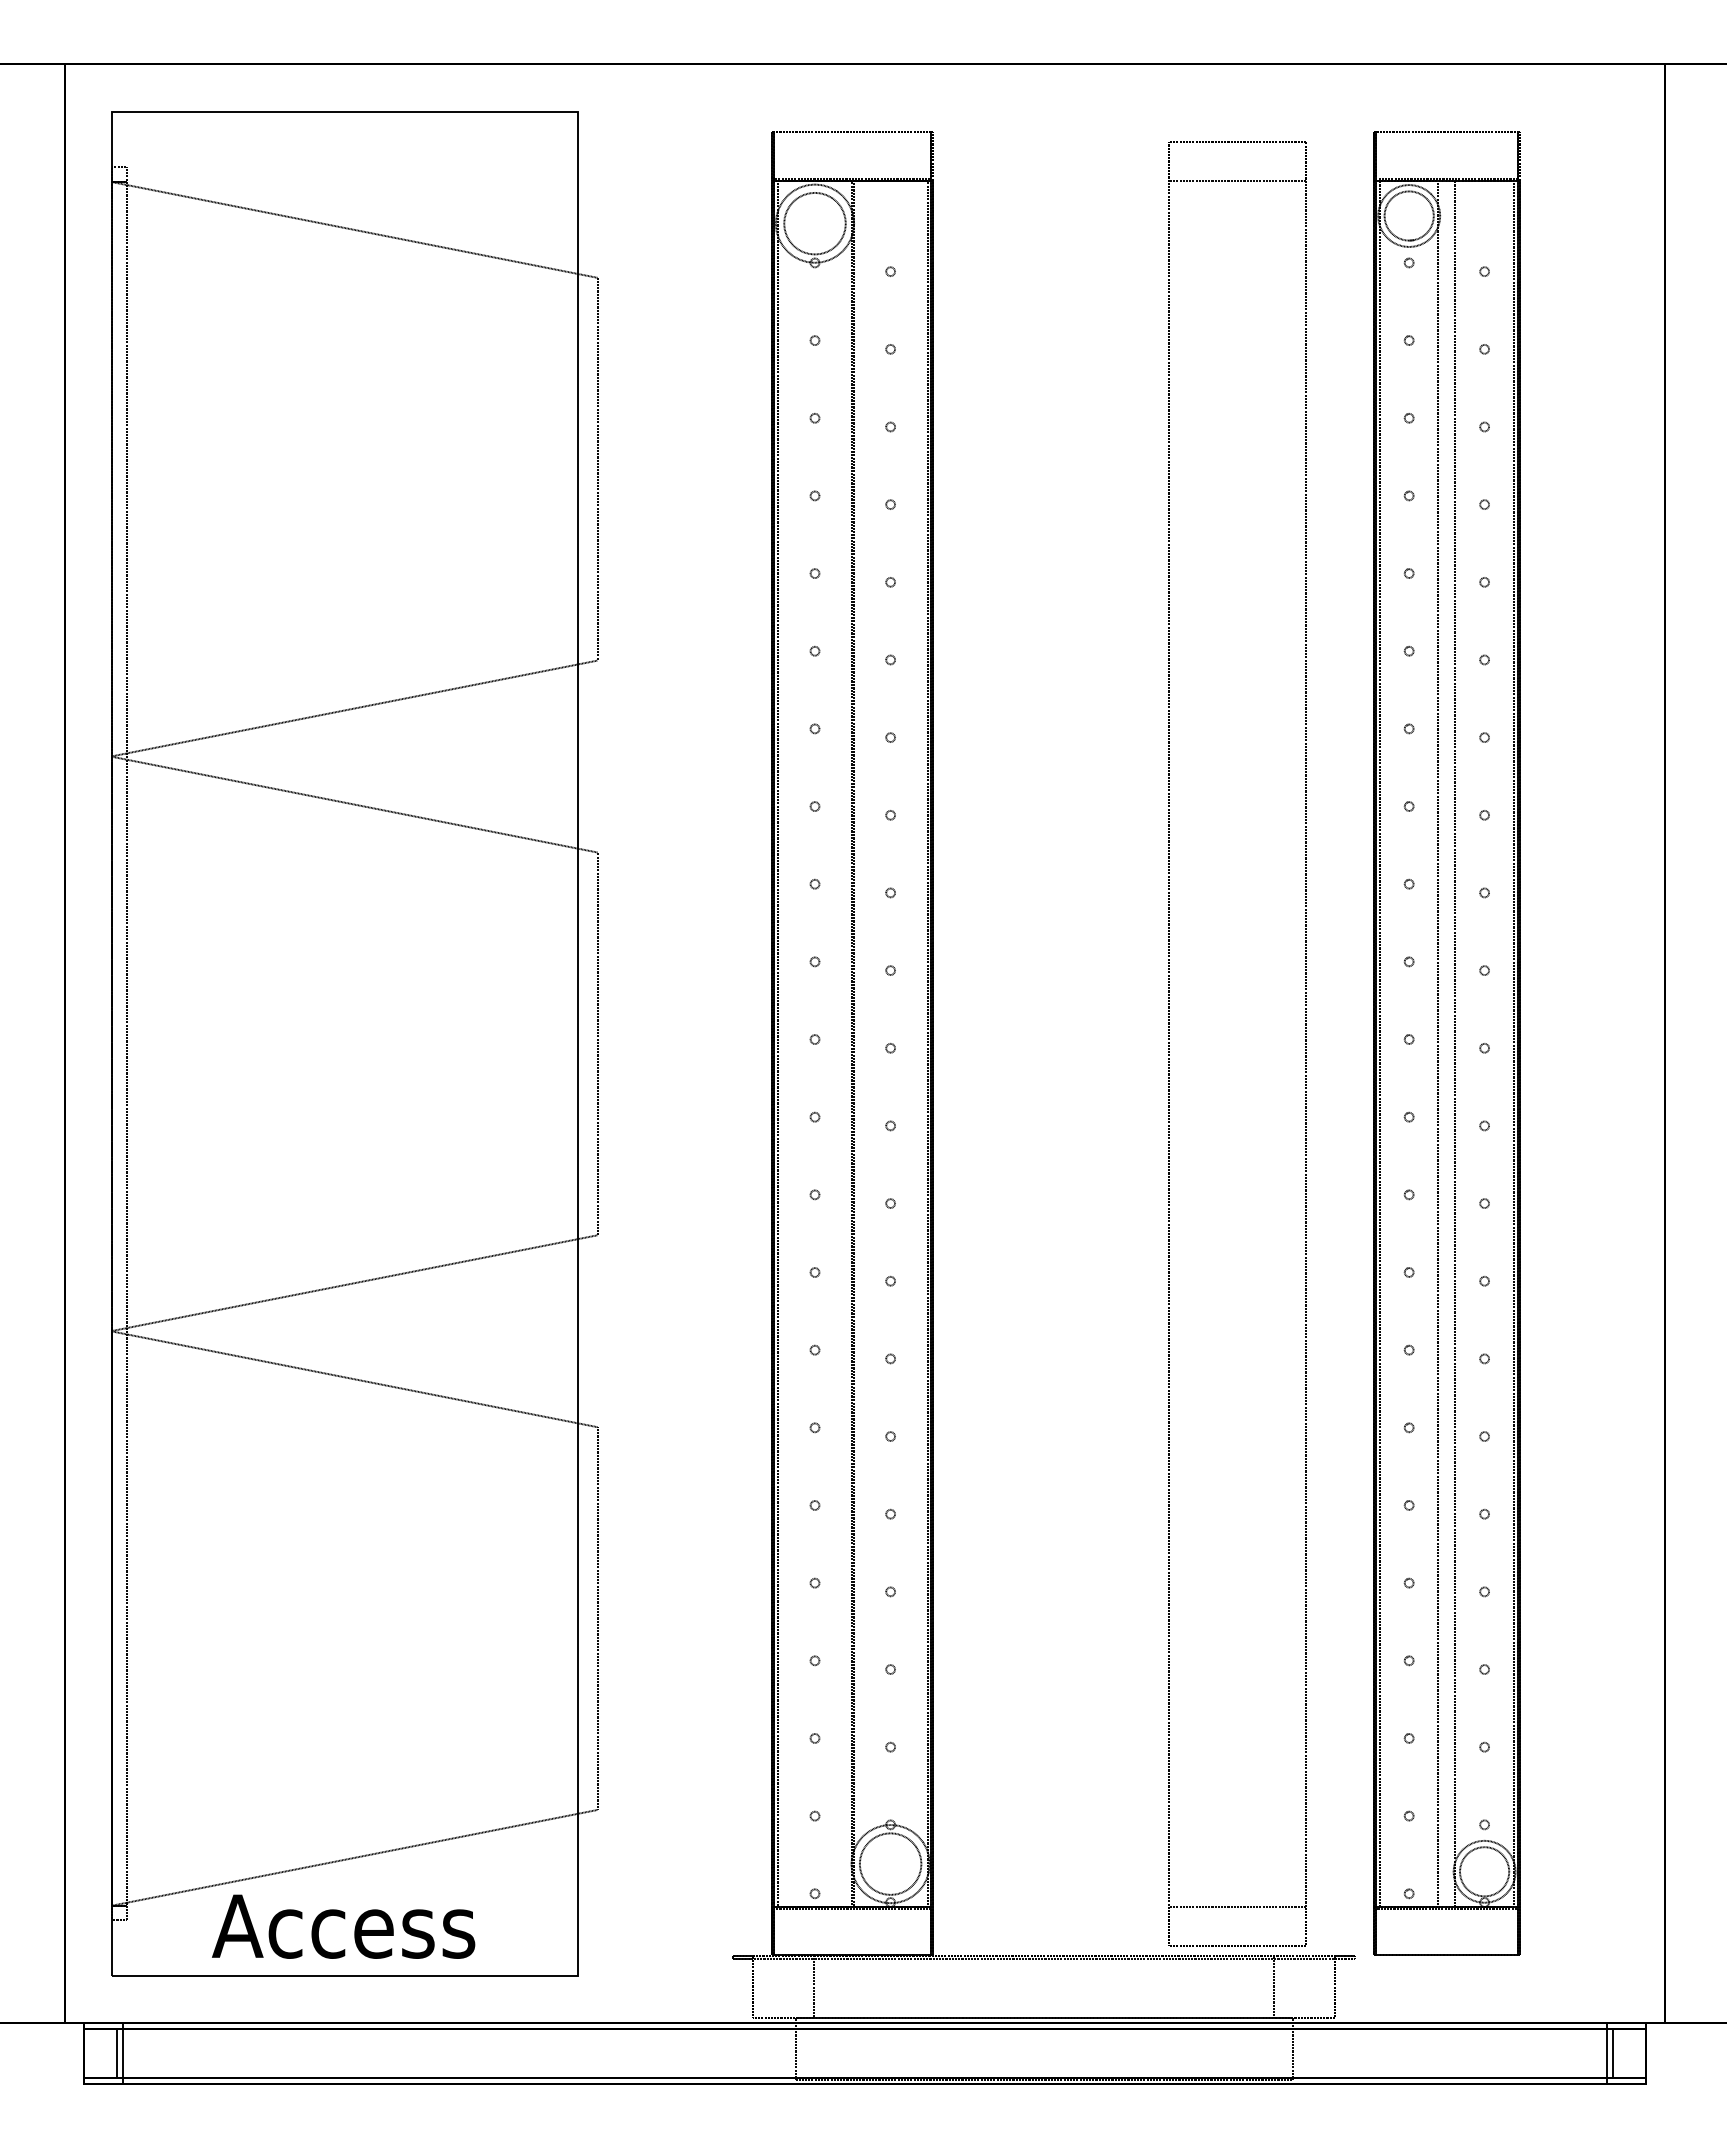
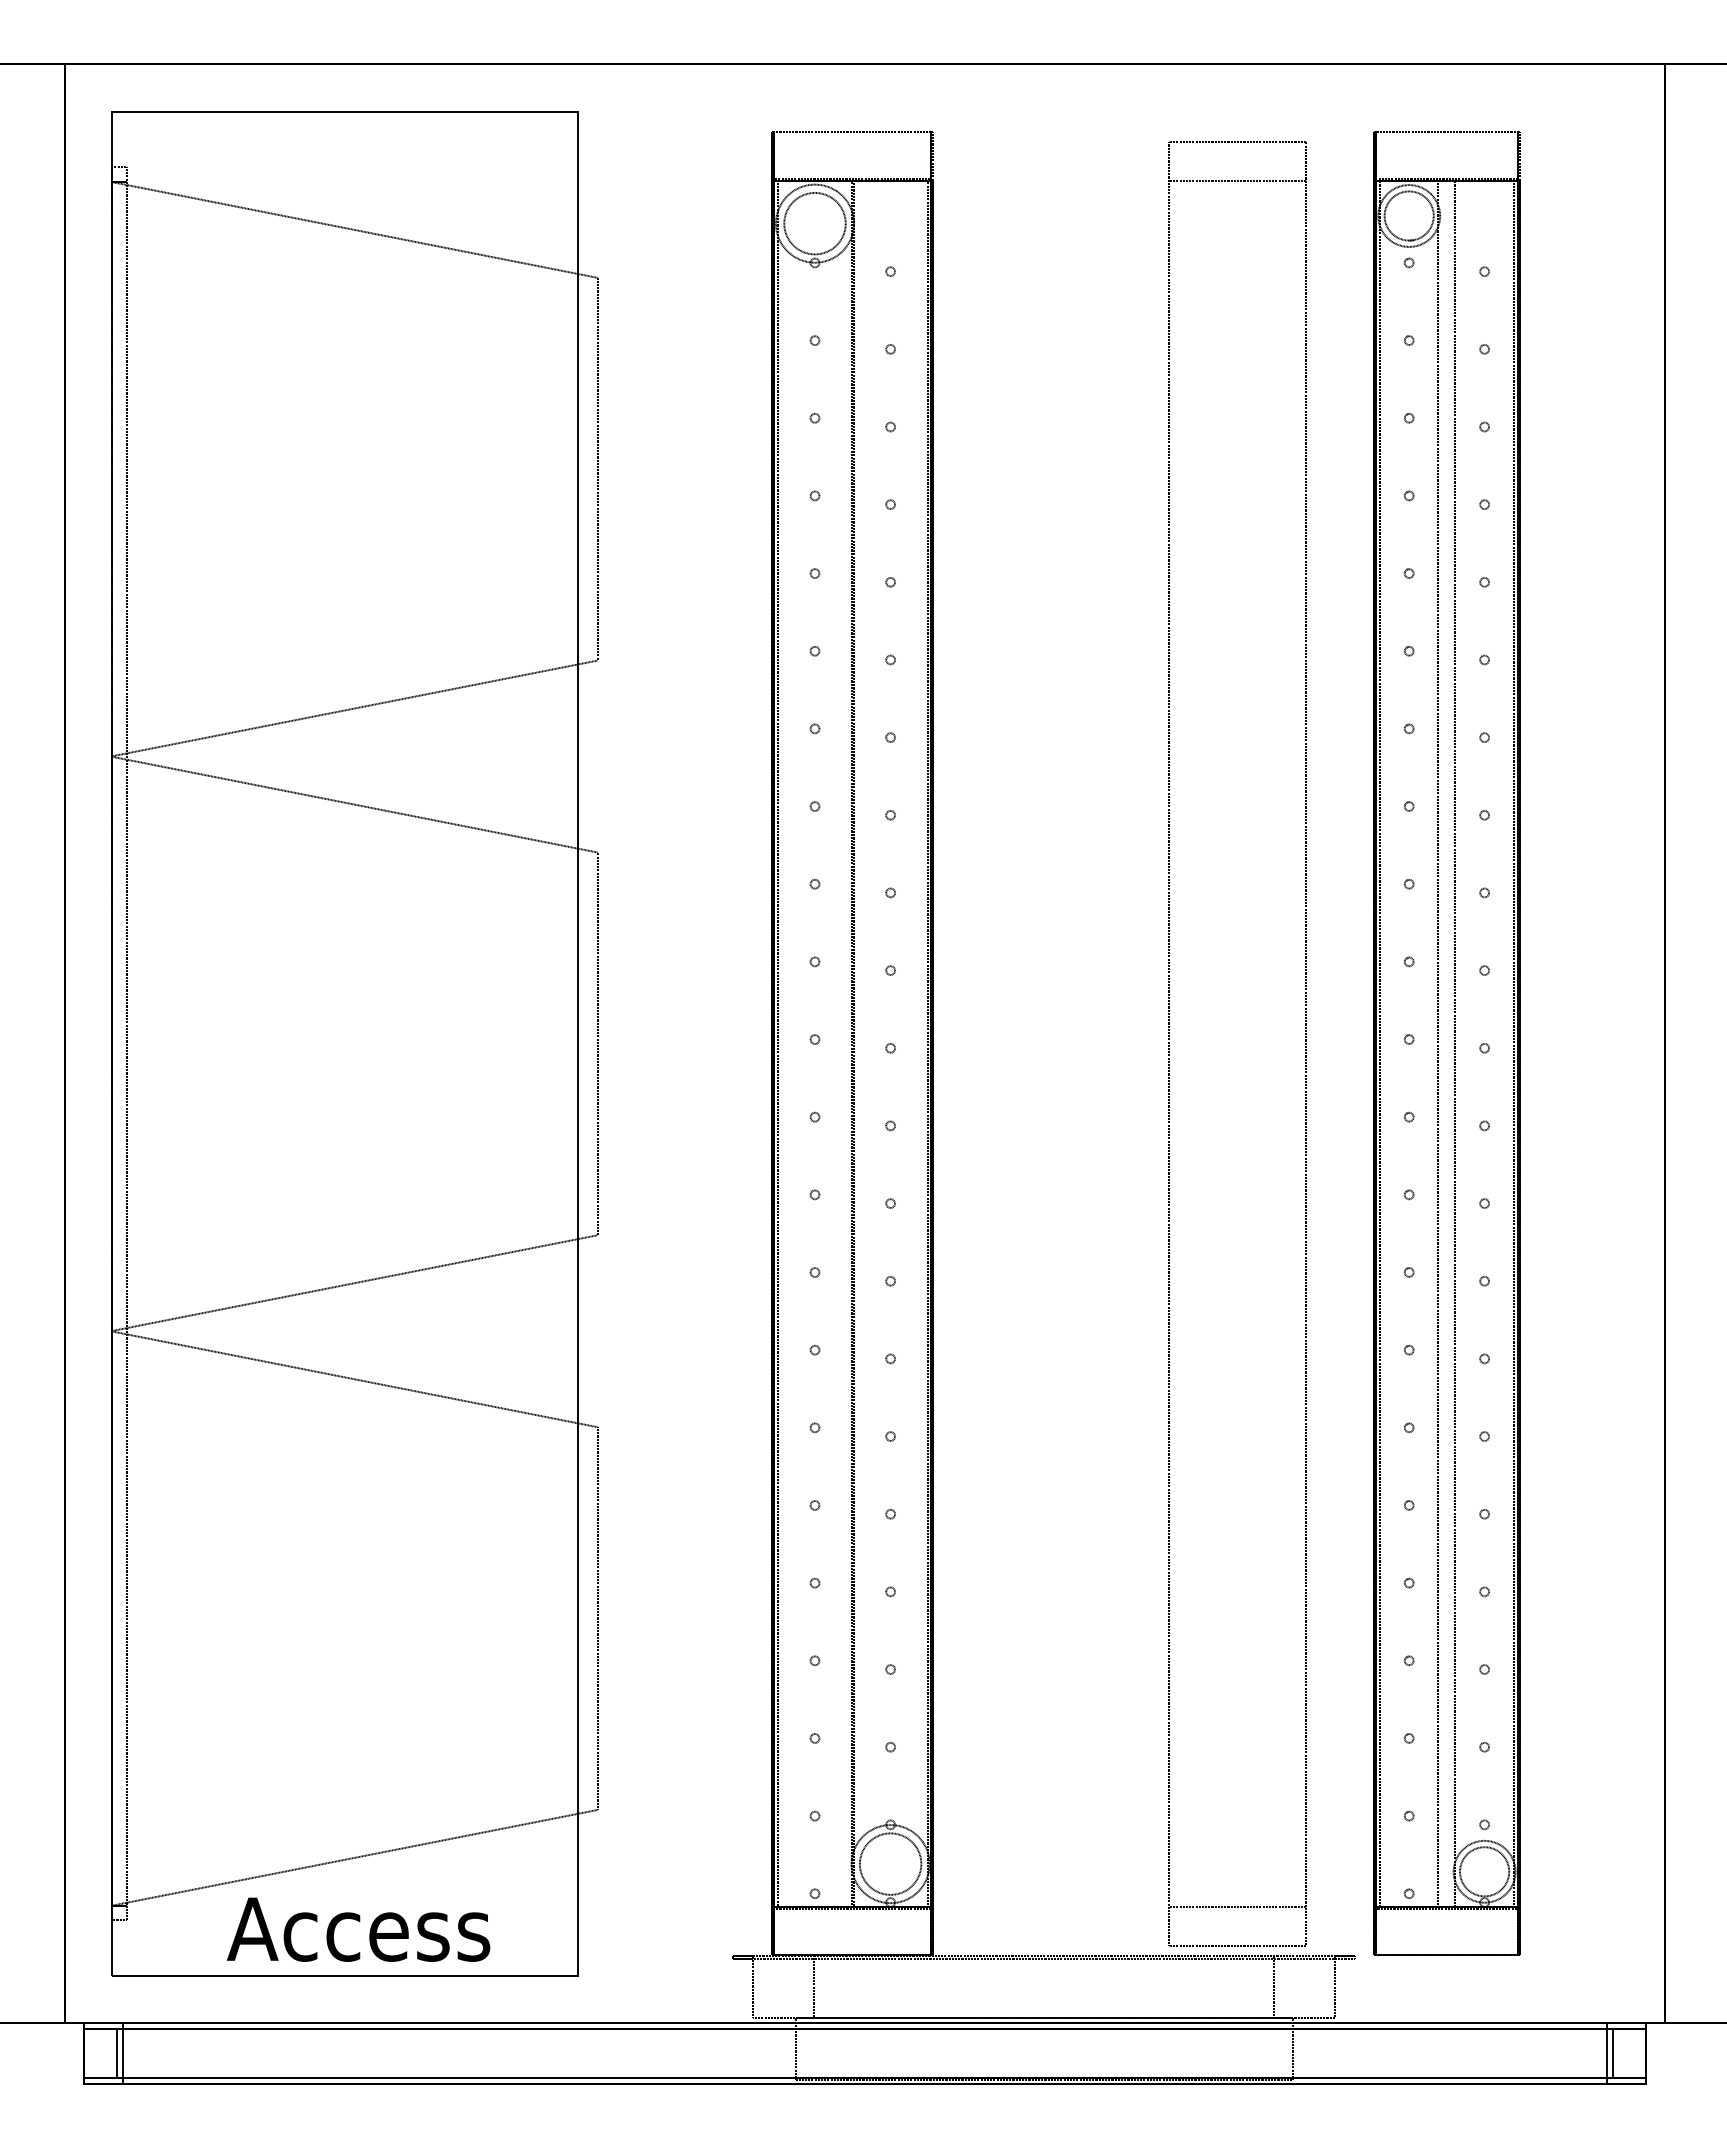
text at (343, 1926) position: (343, 1926) -> (358, 1929)
